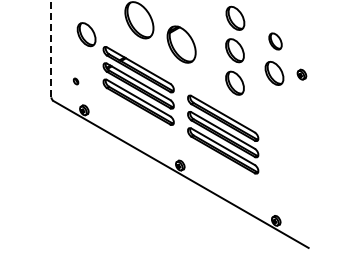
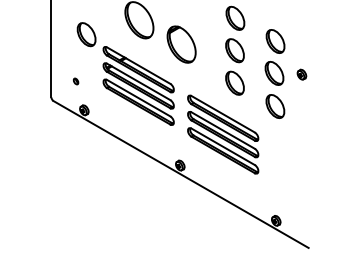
part at (275, 41) size: 15x19 px -> 21x25 px
line at (51, 48): dashed -> solid
part at (275, 106): none -> present
